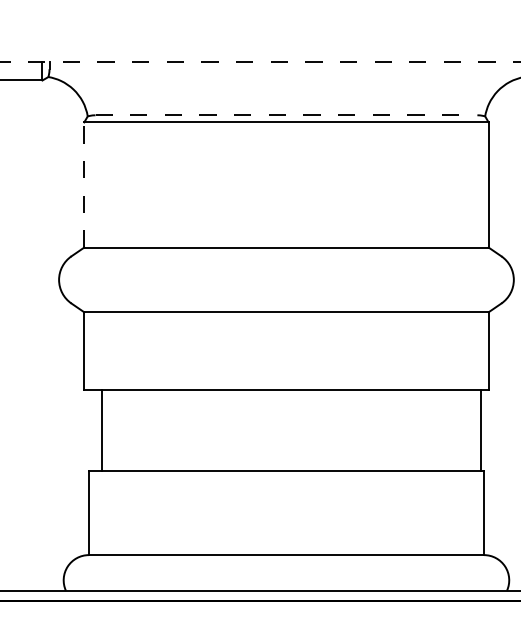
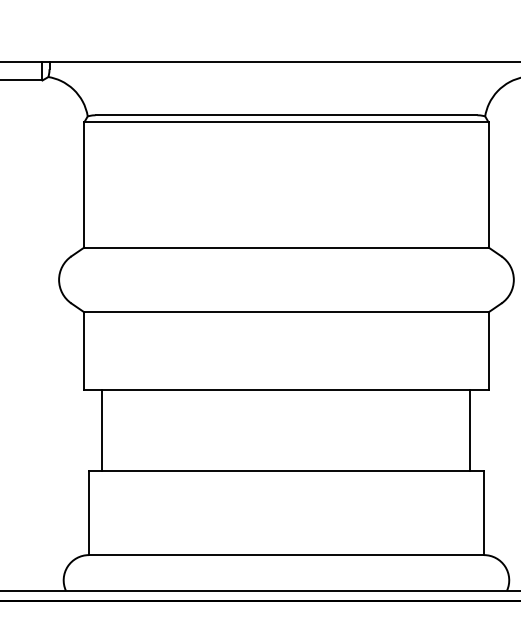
line at (260, 62): dashed -> solid
line at (286, 115): dashed -> solid
line at (84, 184): dashed -> solid
line at (481, 429) position: (481, 429) -> (470, 429)
